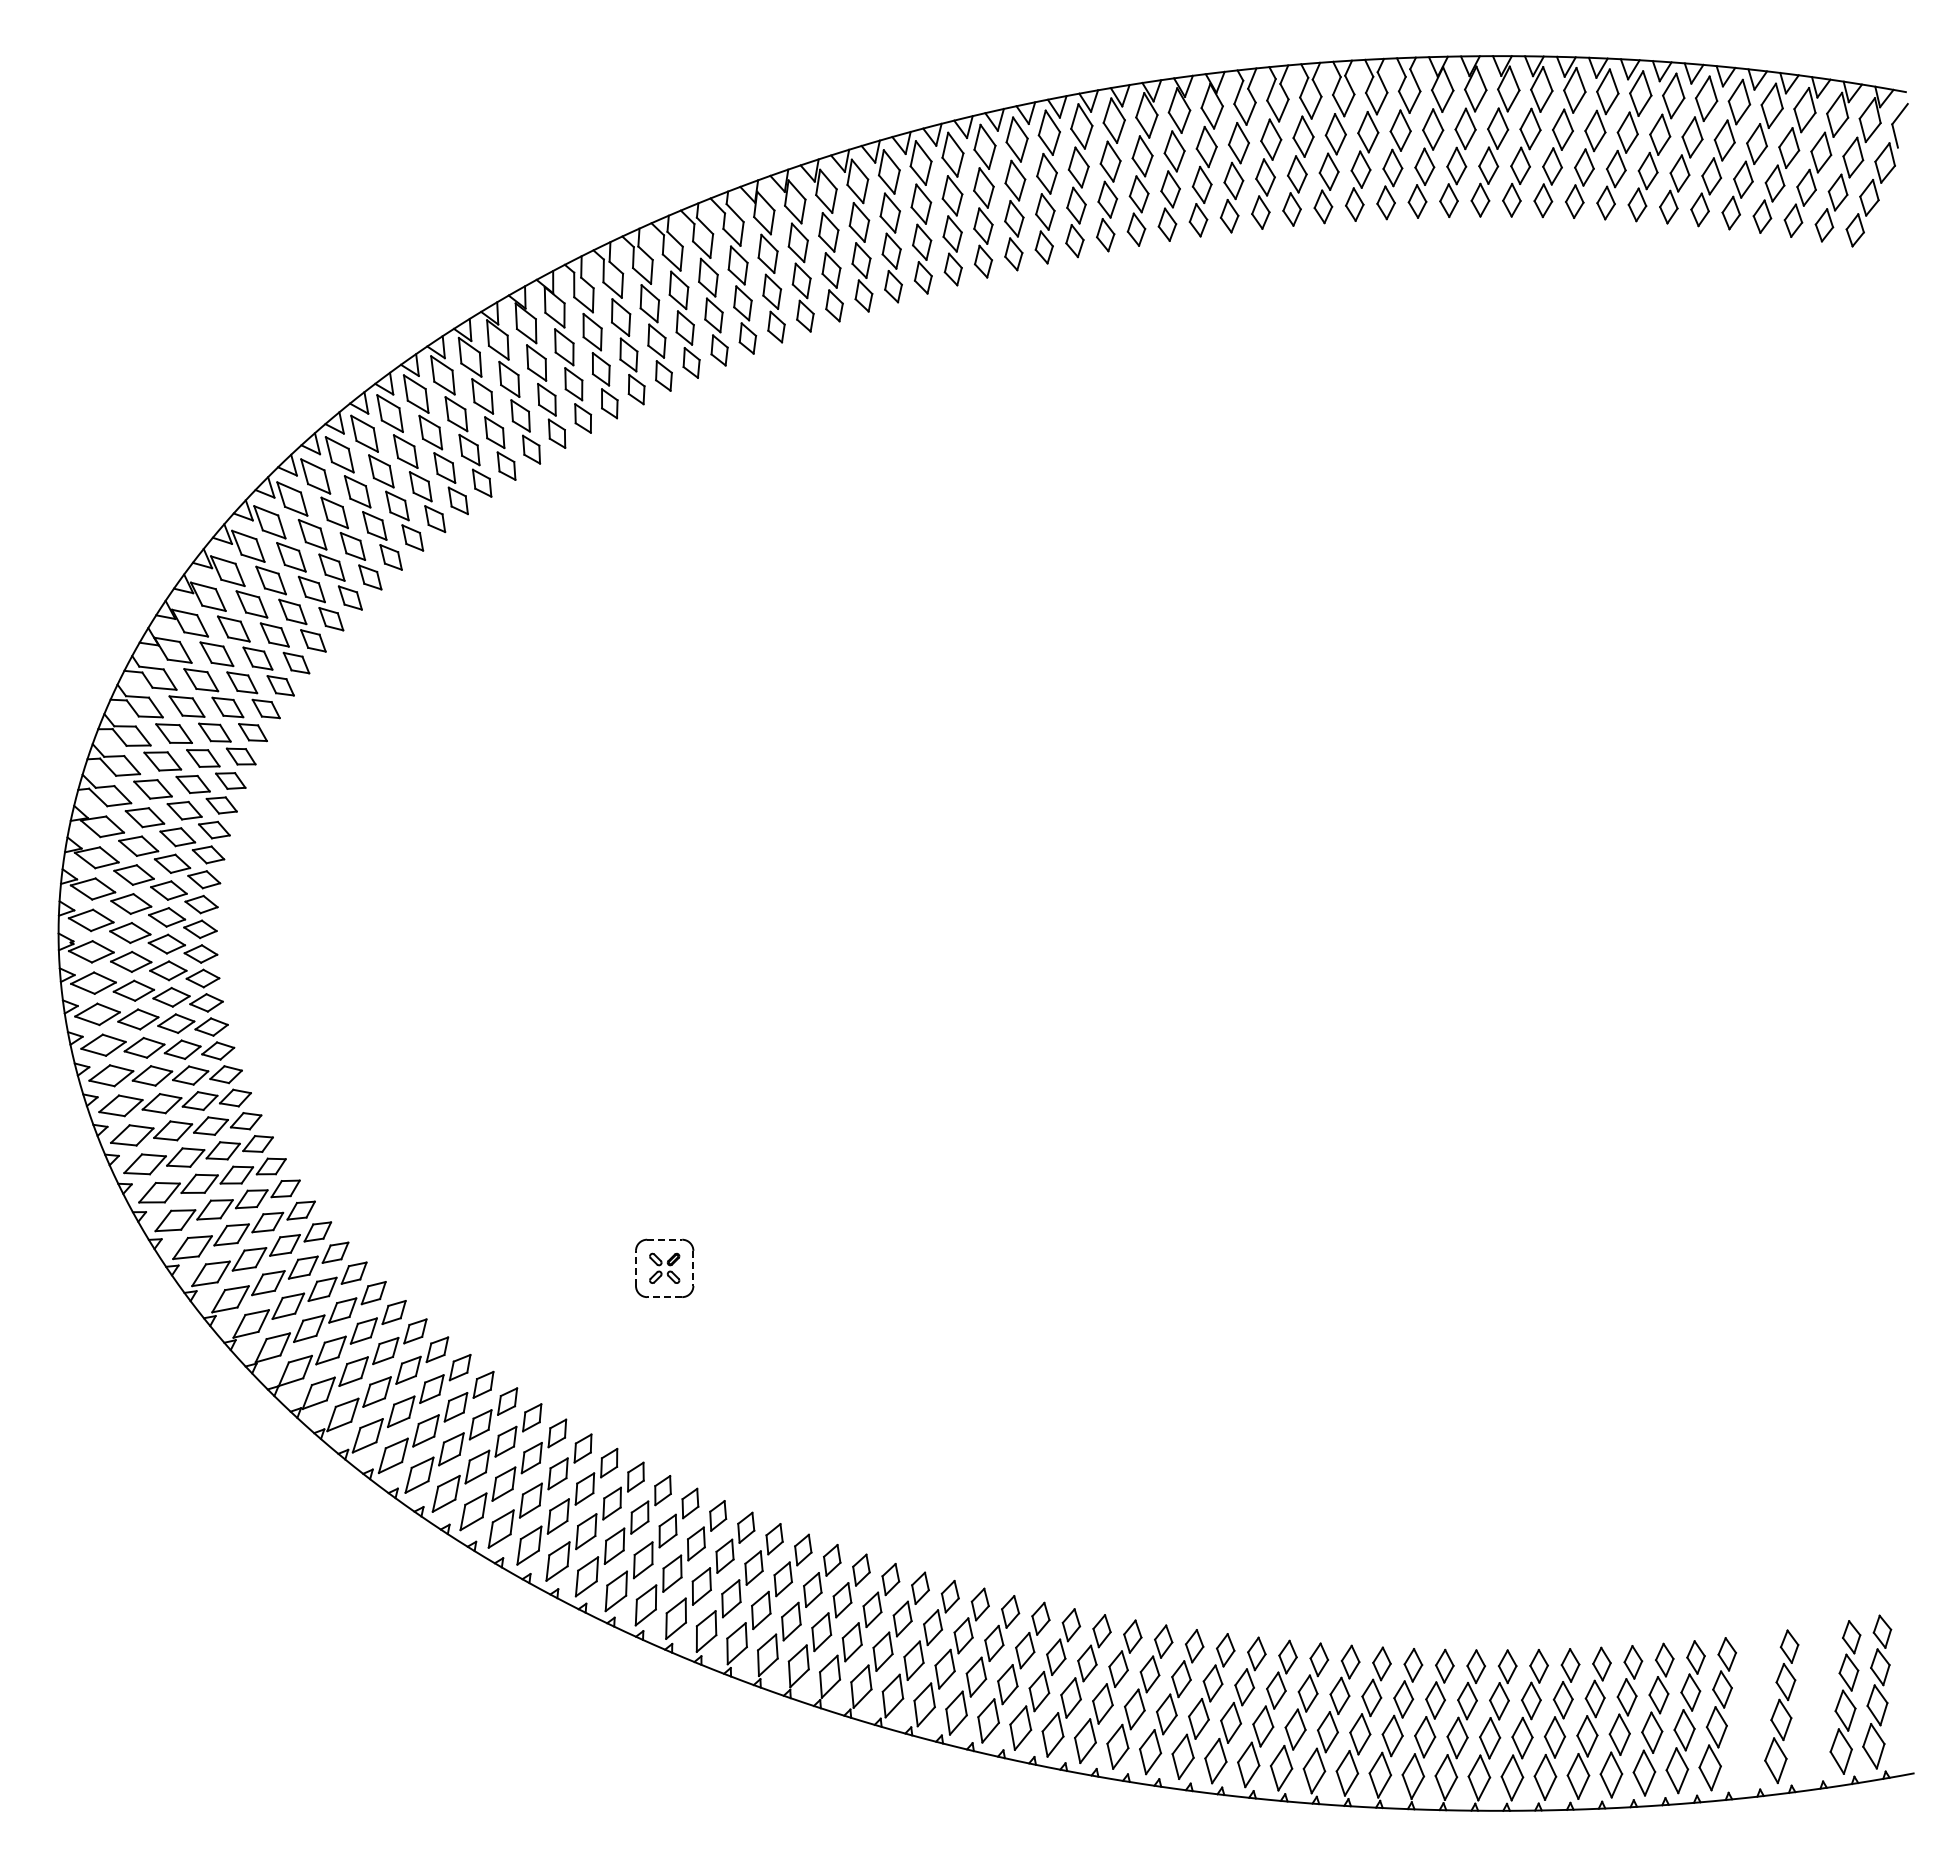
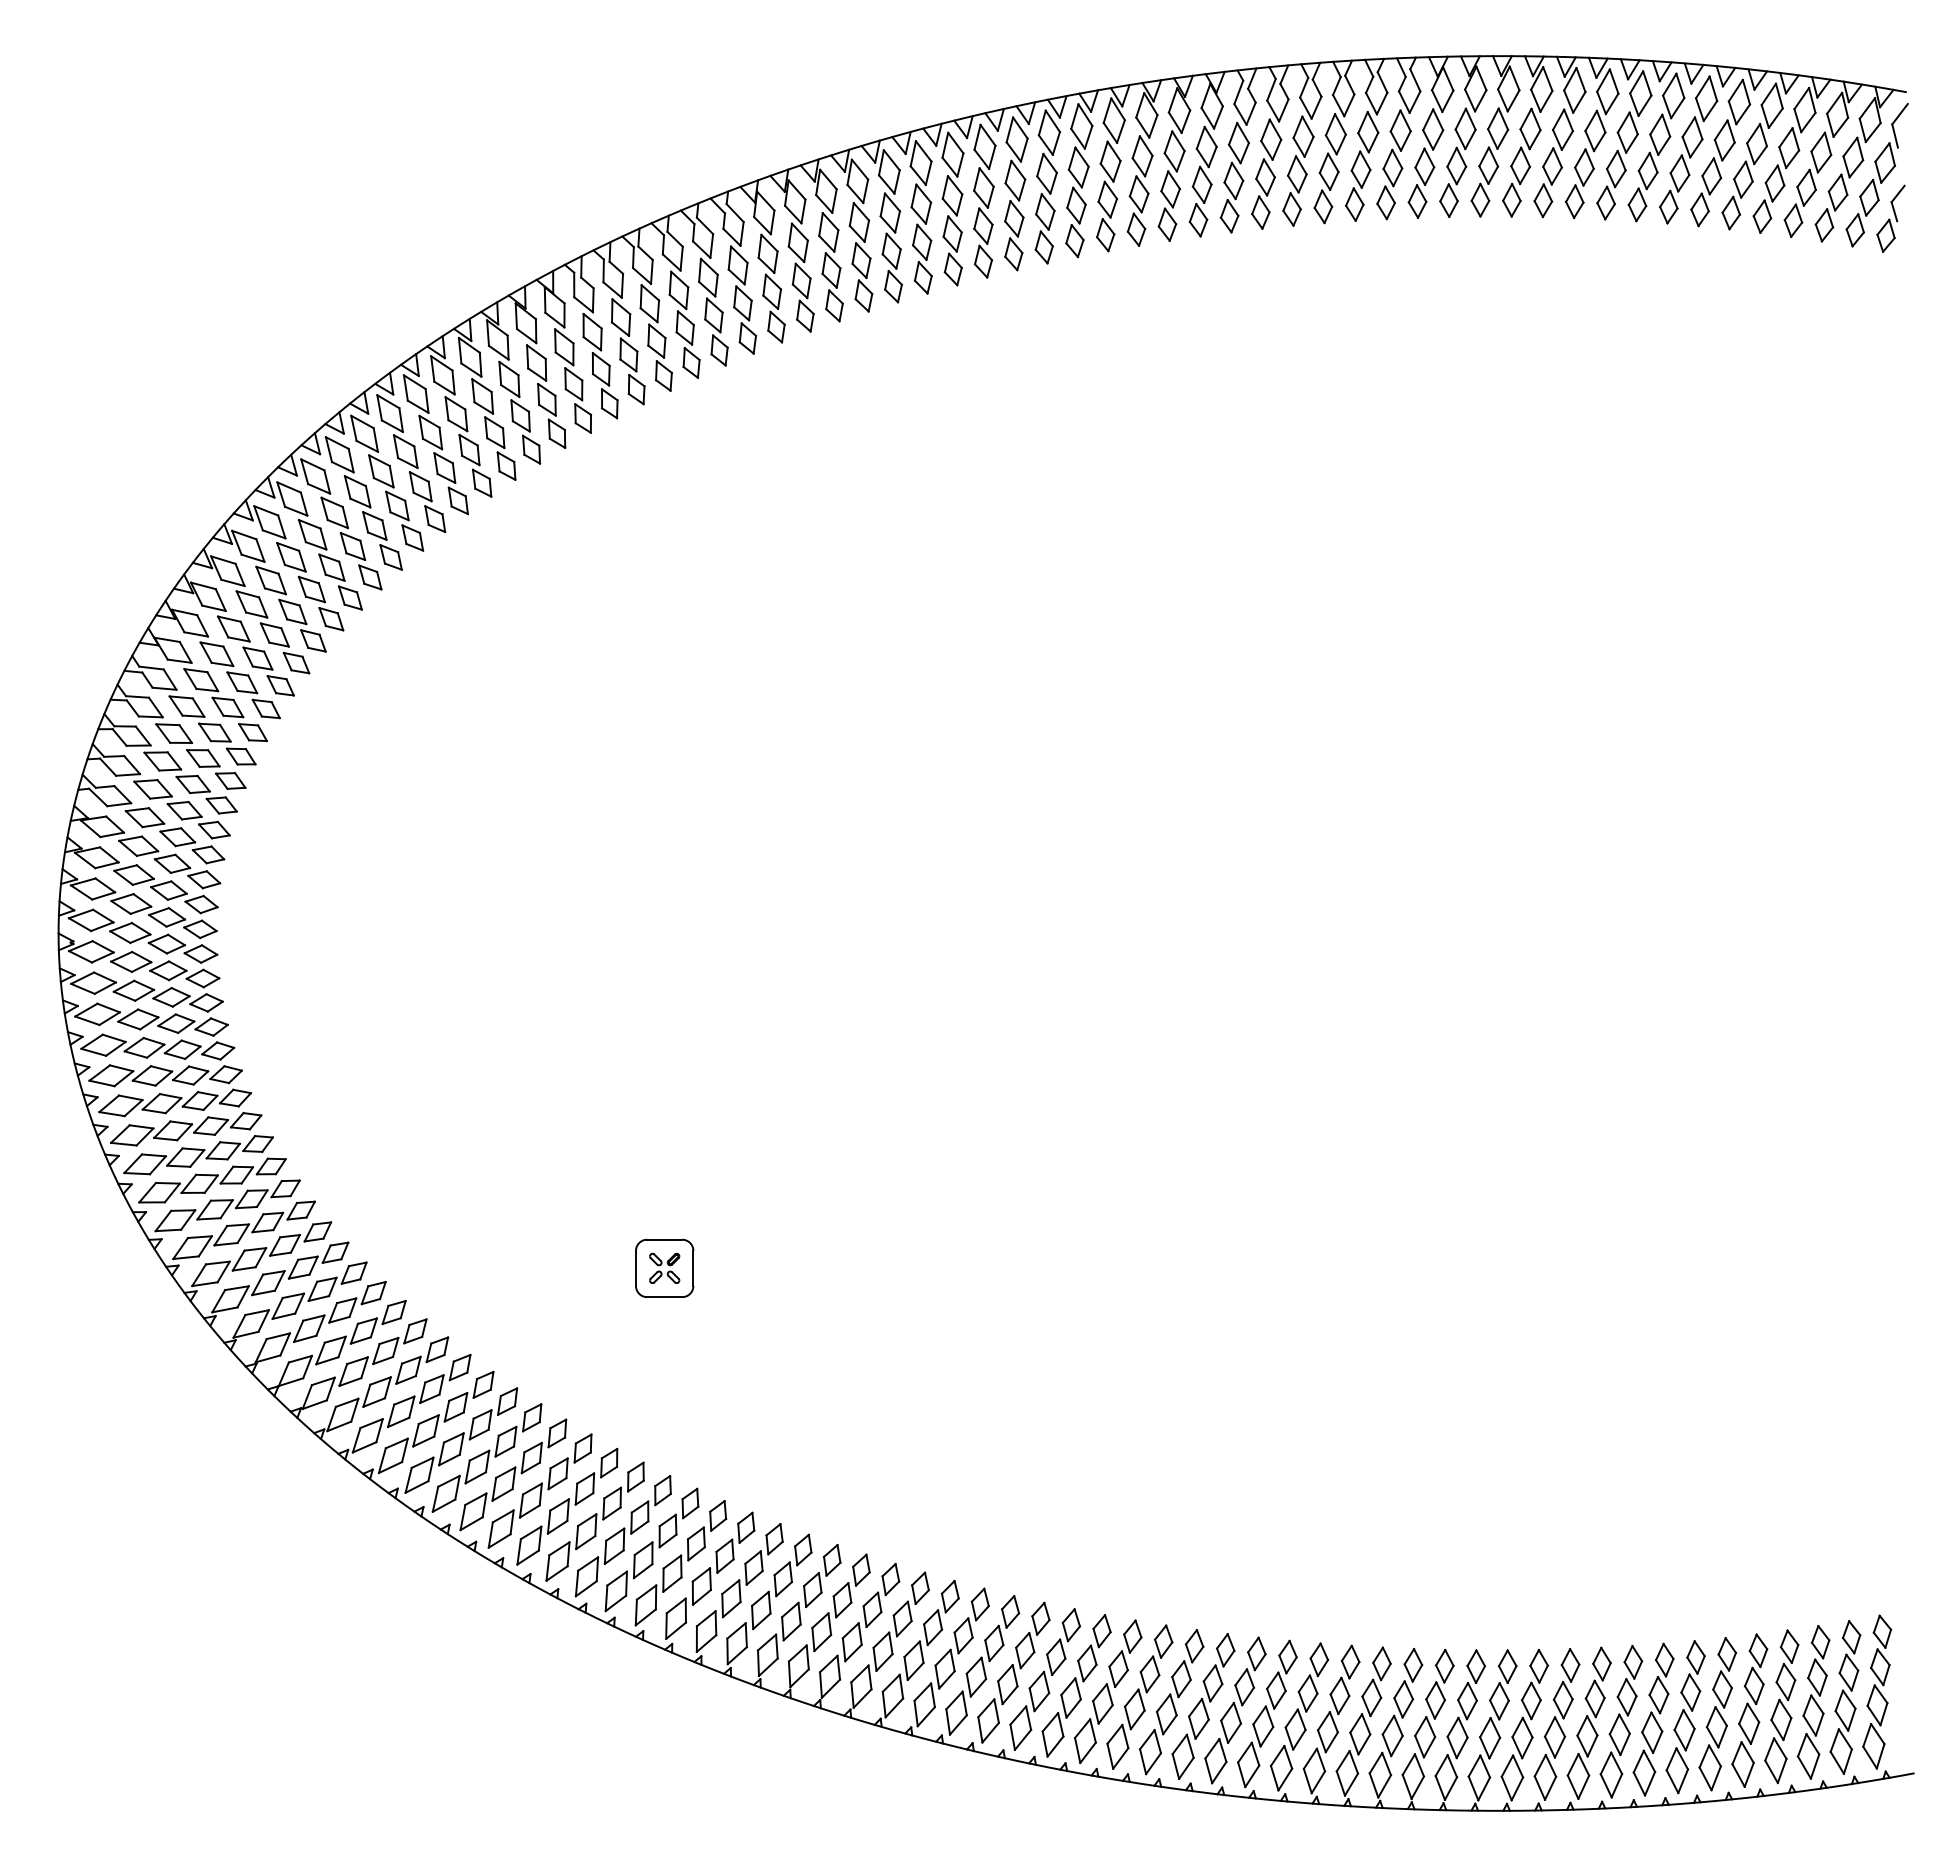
part at (1890, 218): none -> present
line at (664, 1239): dashed -> solid
line at (635, 1268): dashed -> solid
line at (693, 1268): dashed -> solid
line at (664, 1297): dashed -> solid
part at (1813, 1702): none -> present
part at (1749, 1710): none -> present
